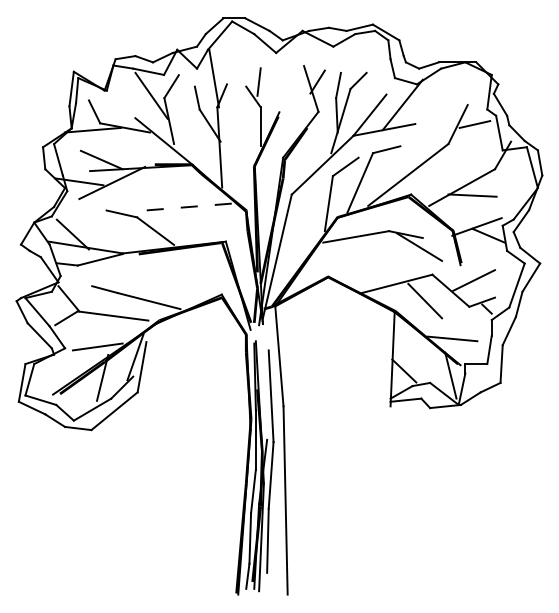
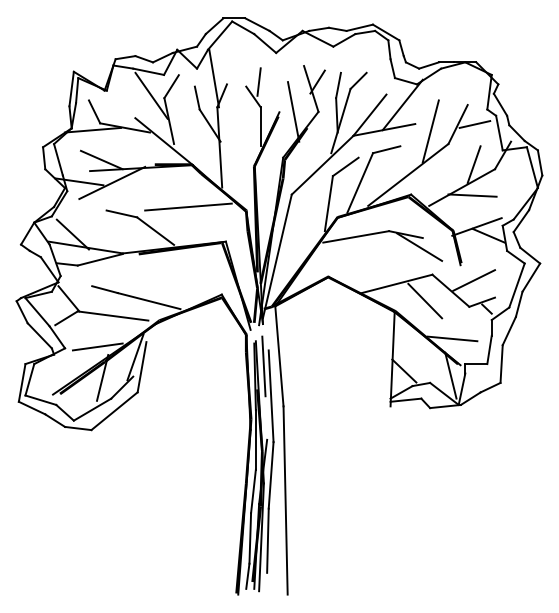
line at (293, 111): none -> present
line at (430, 131): none -> present
line at (473, 164): none -> present
line at (187, 207): dashed -> solid
line at (263, 366): none -> present
